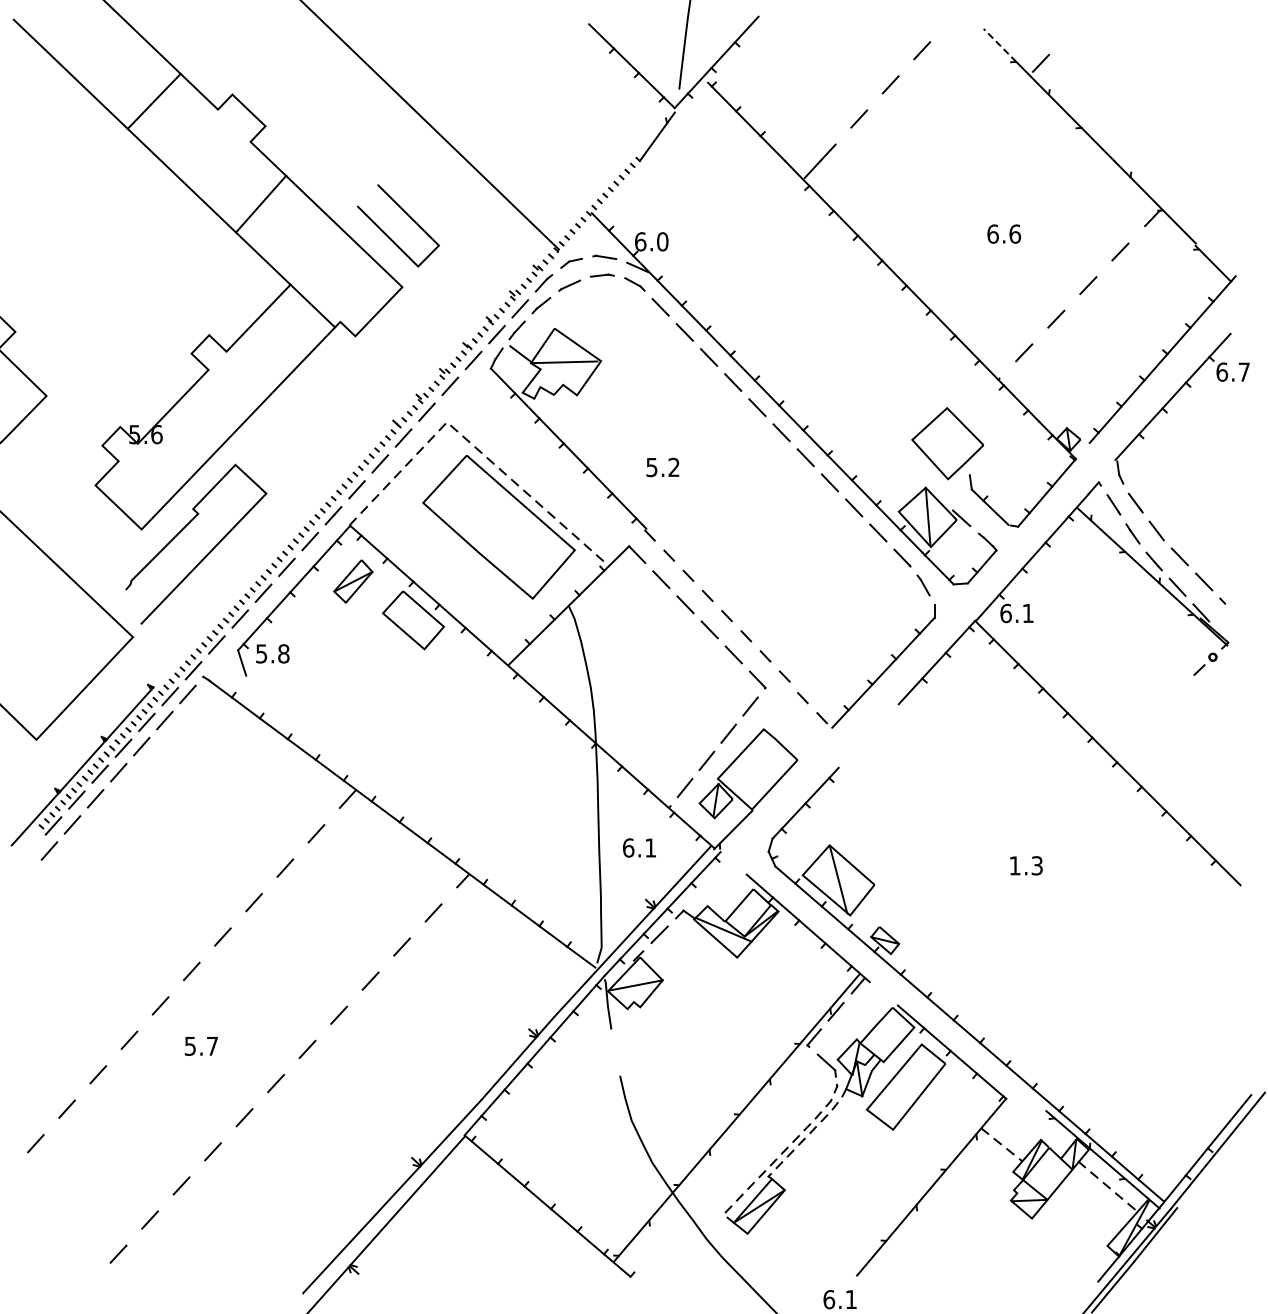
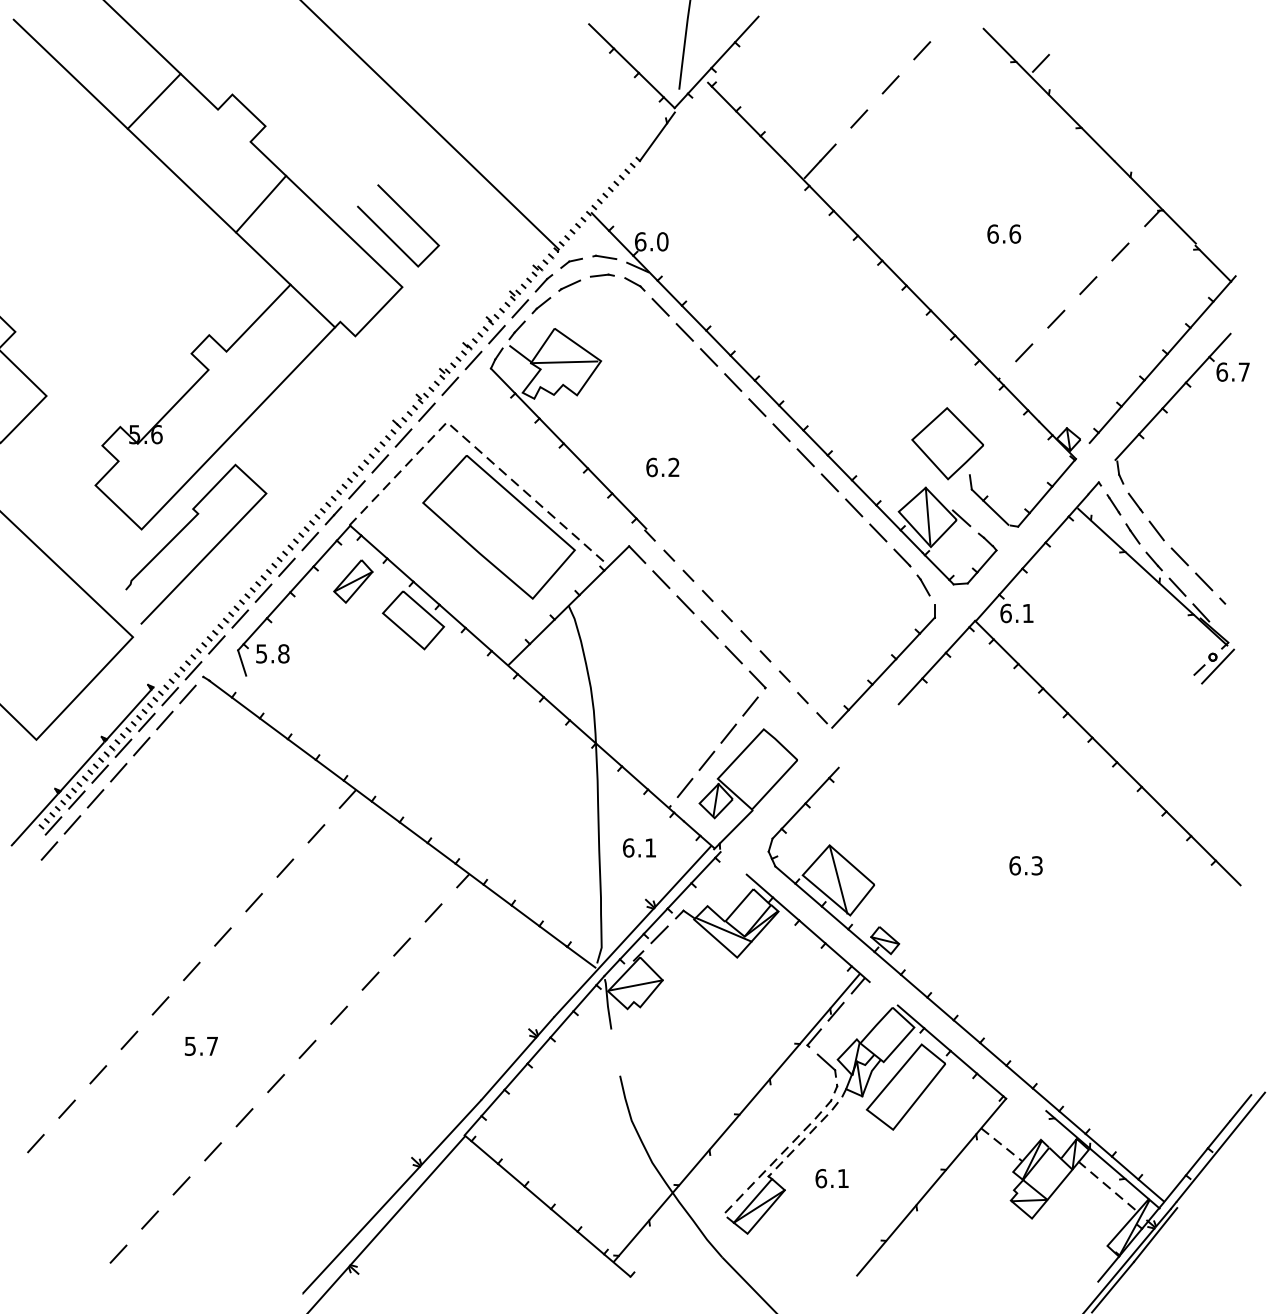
line at (999, 45): dashed -> solid
text at (651, 467): 5.2 -> 6.2
line at (1217, 666): none -> present
text at (1014, 865): 1.3 -> 6.3
text at (839, 1299) position: (839, 1299) -> (831, 1178)
